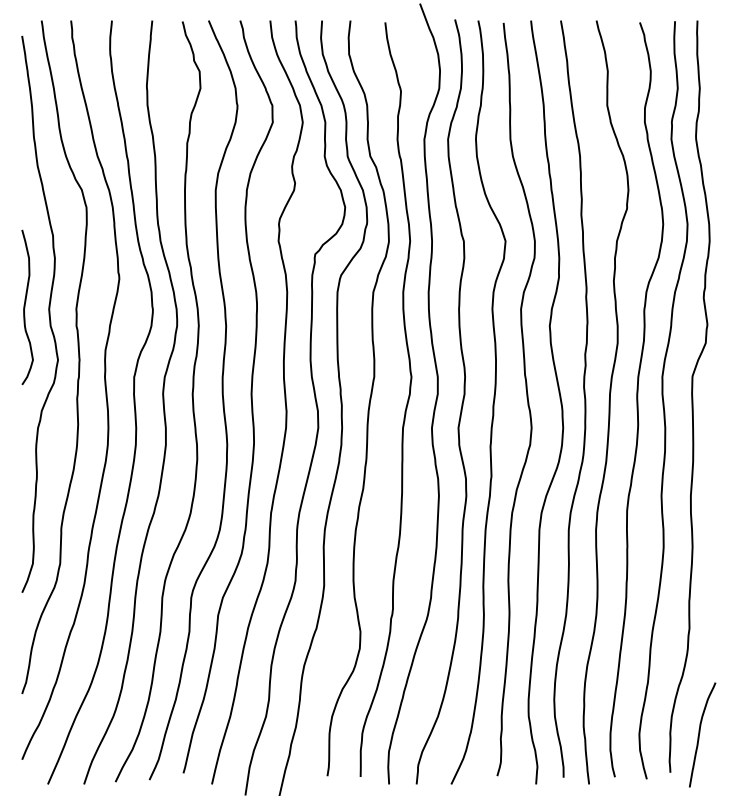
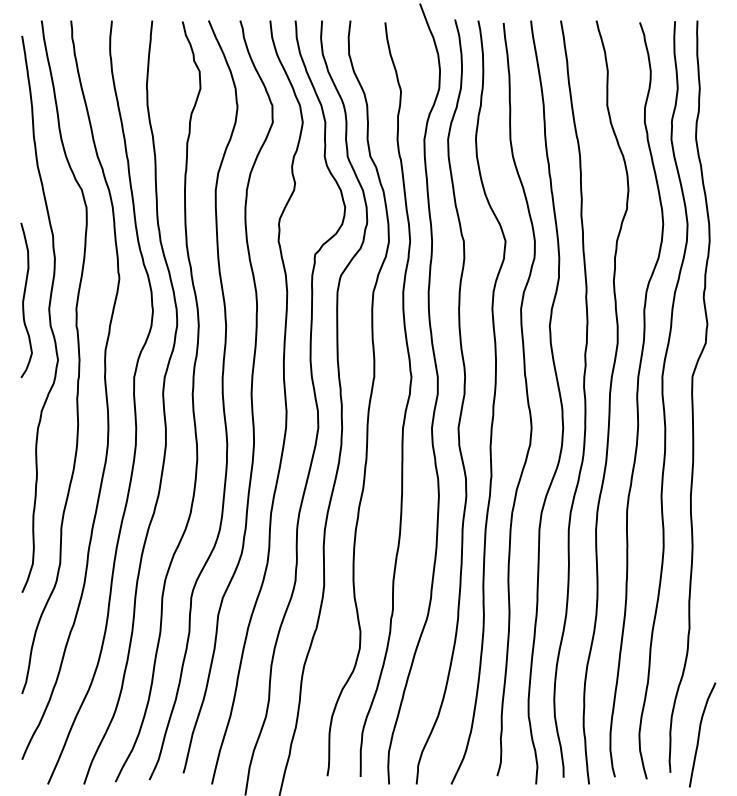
curve at (25, 307) position: (25, 307) -> (24, 300)
